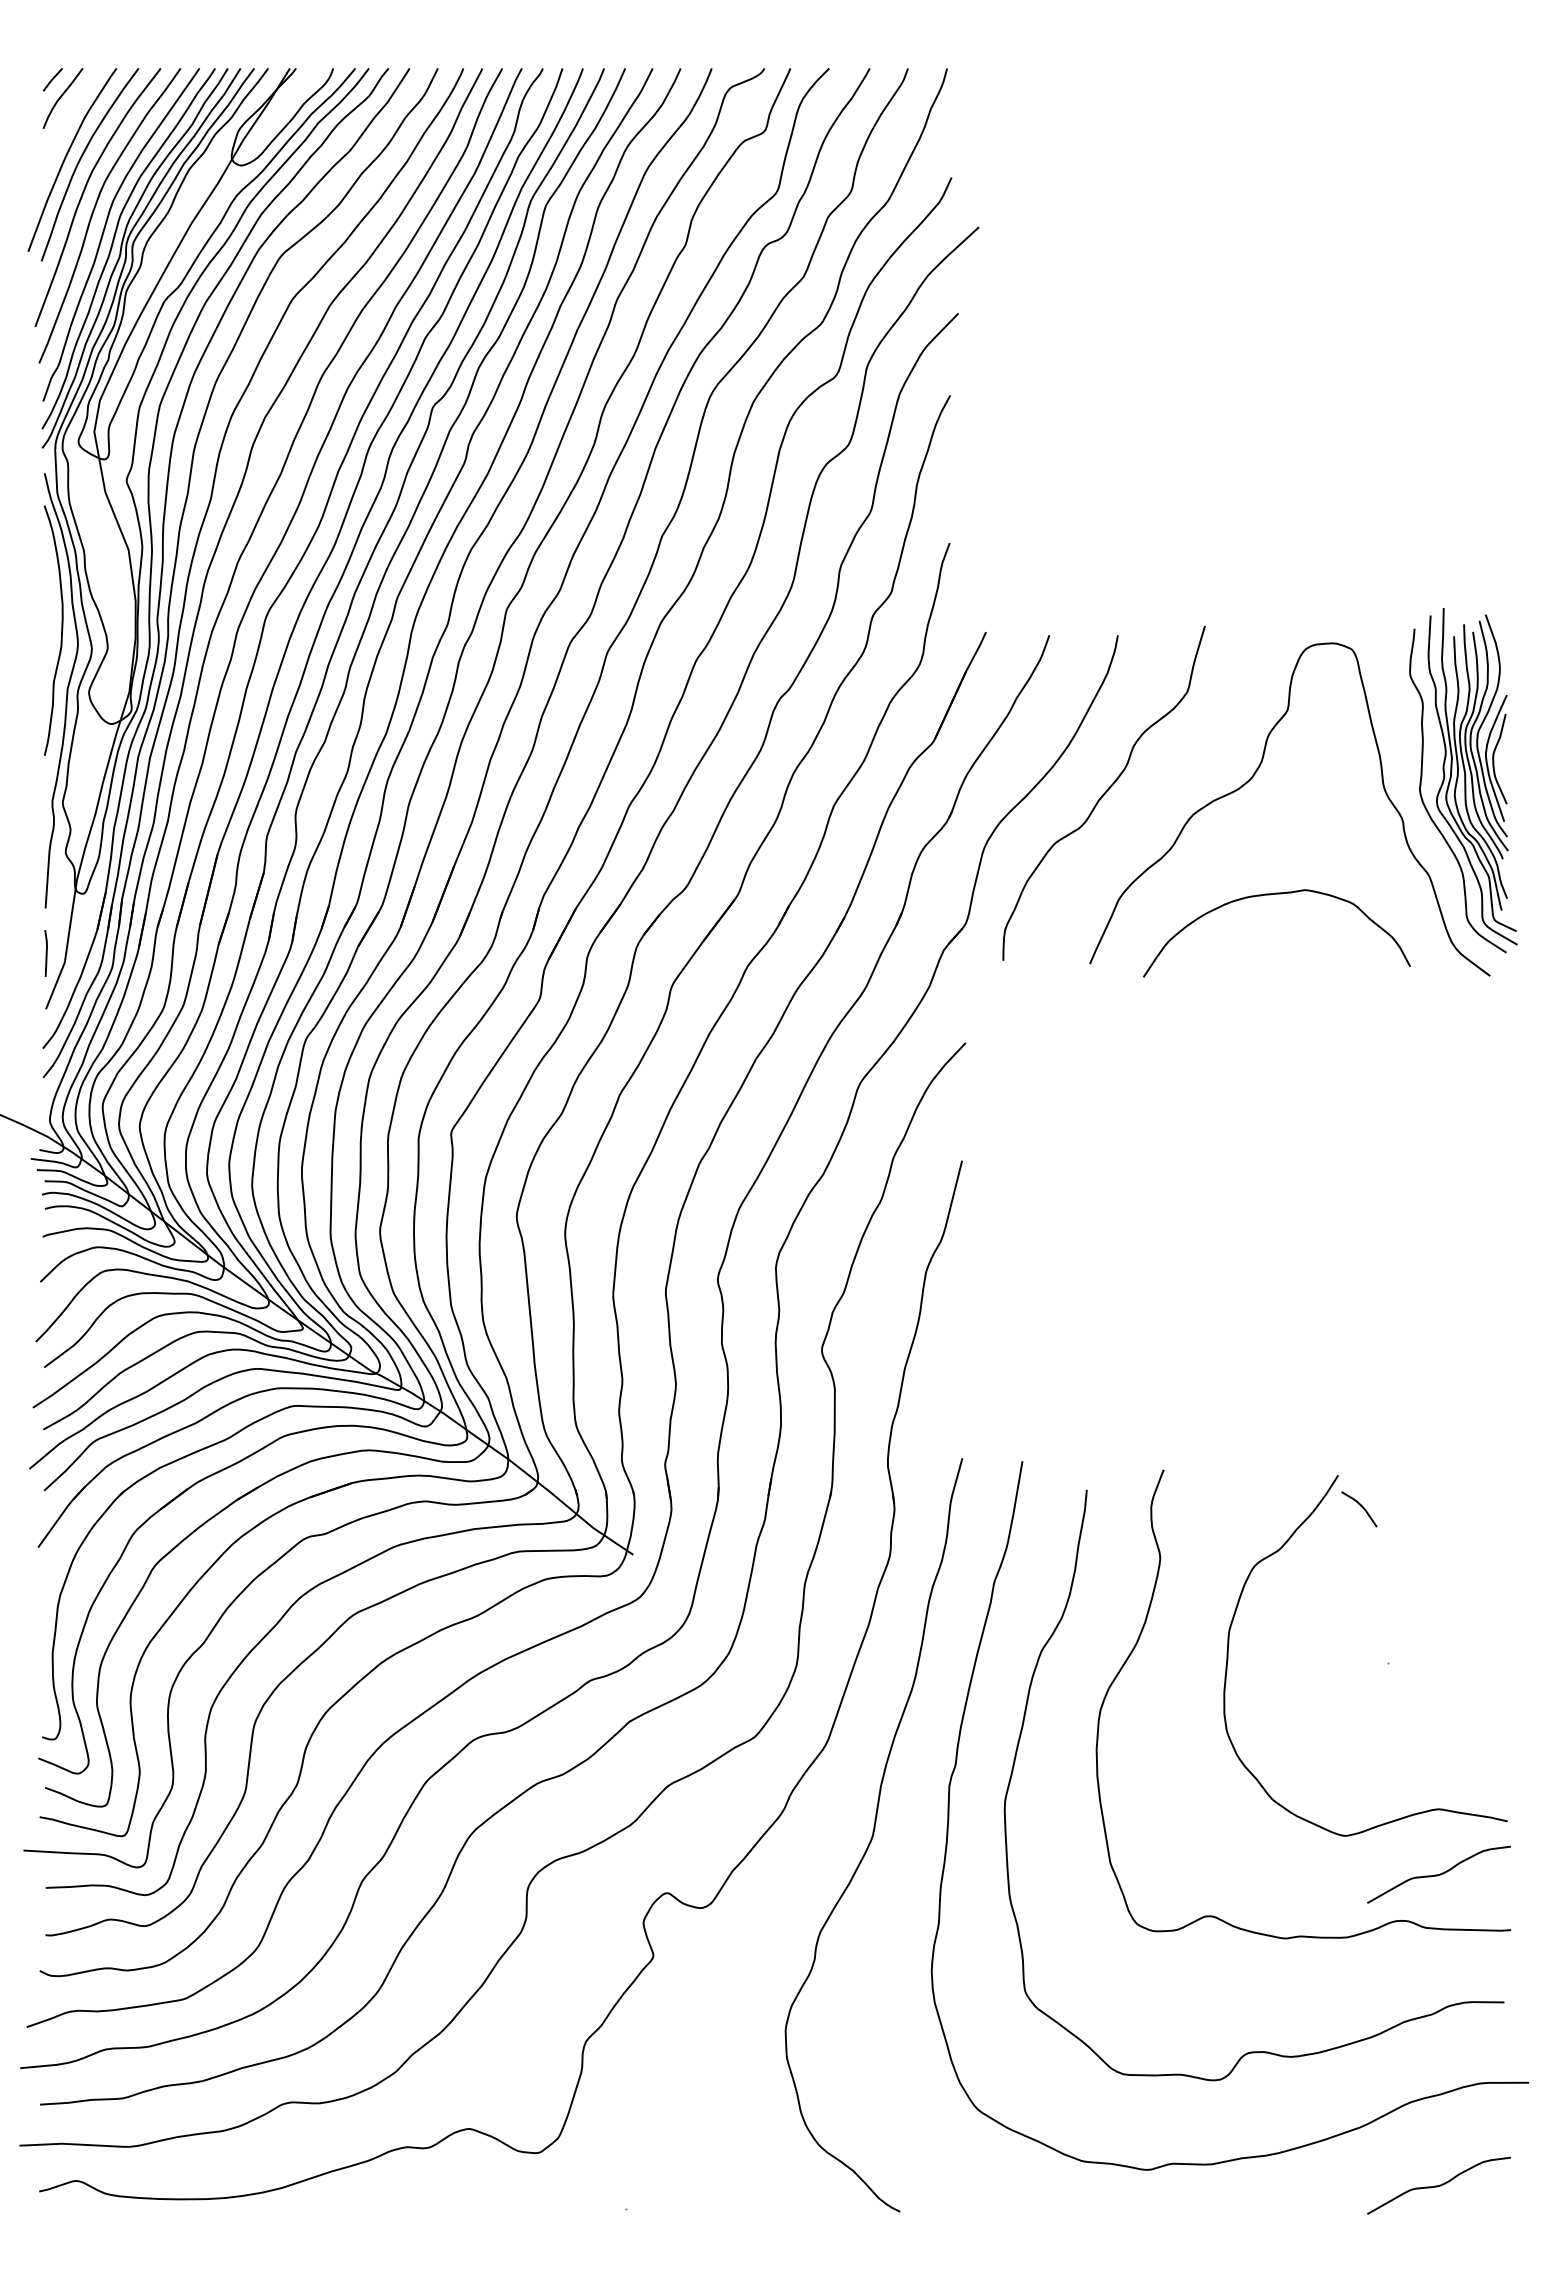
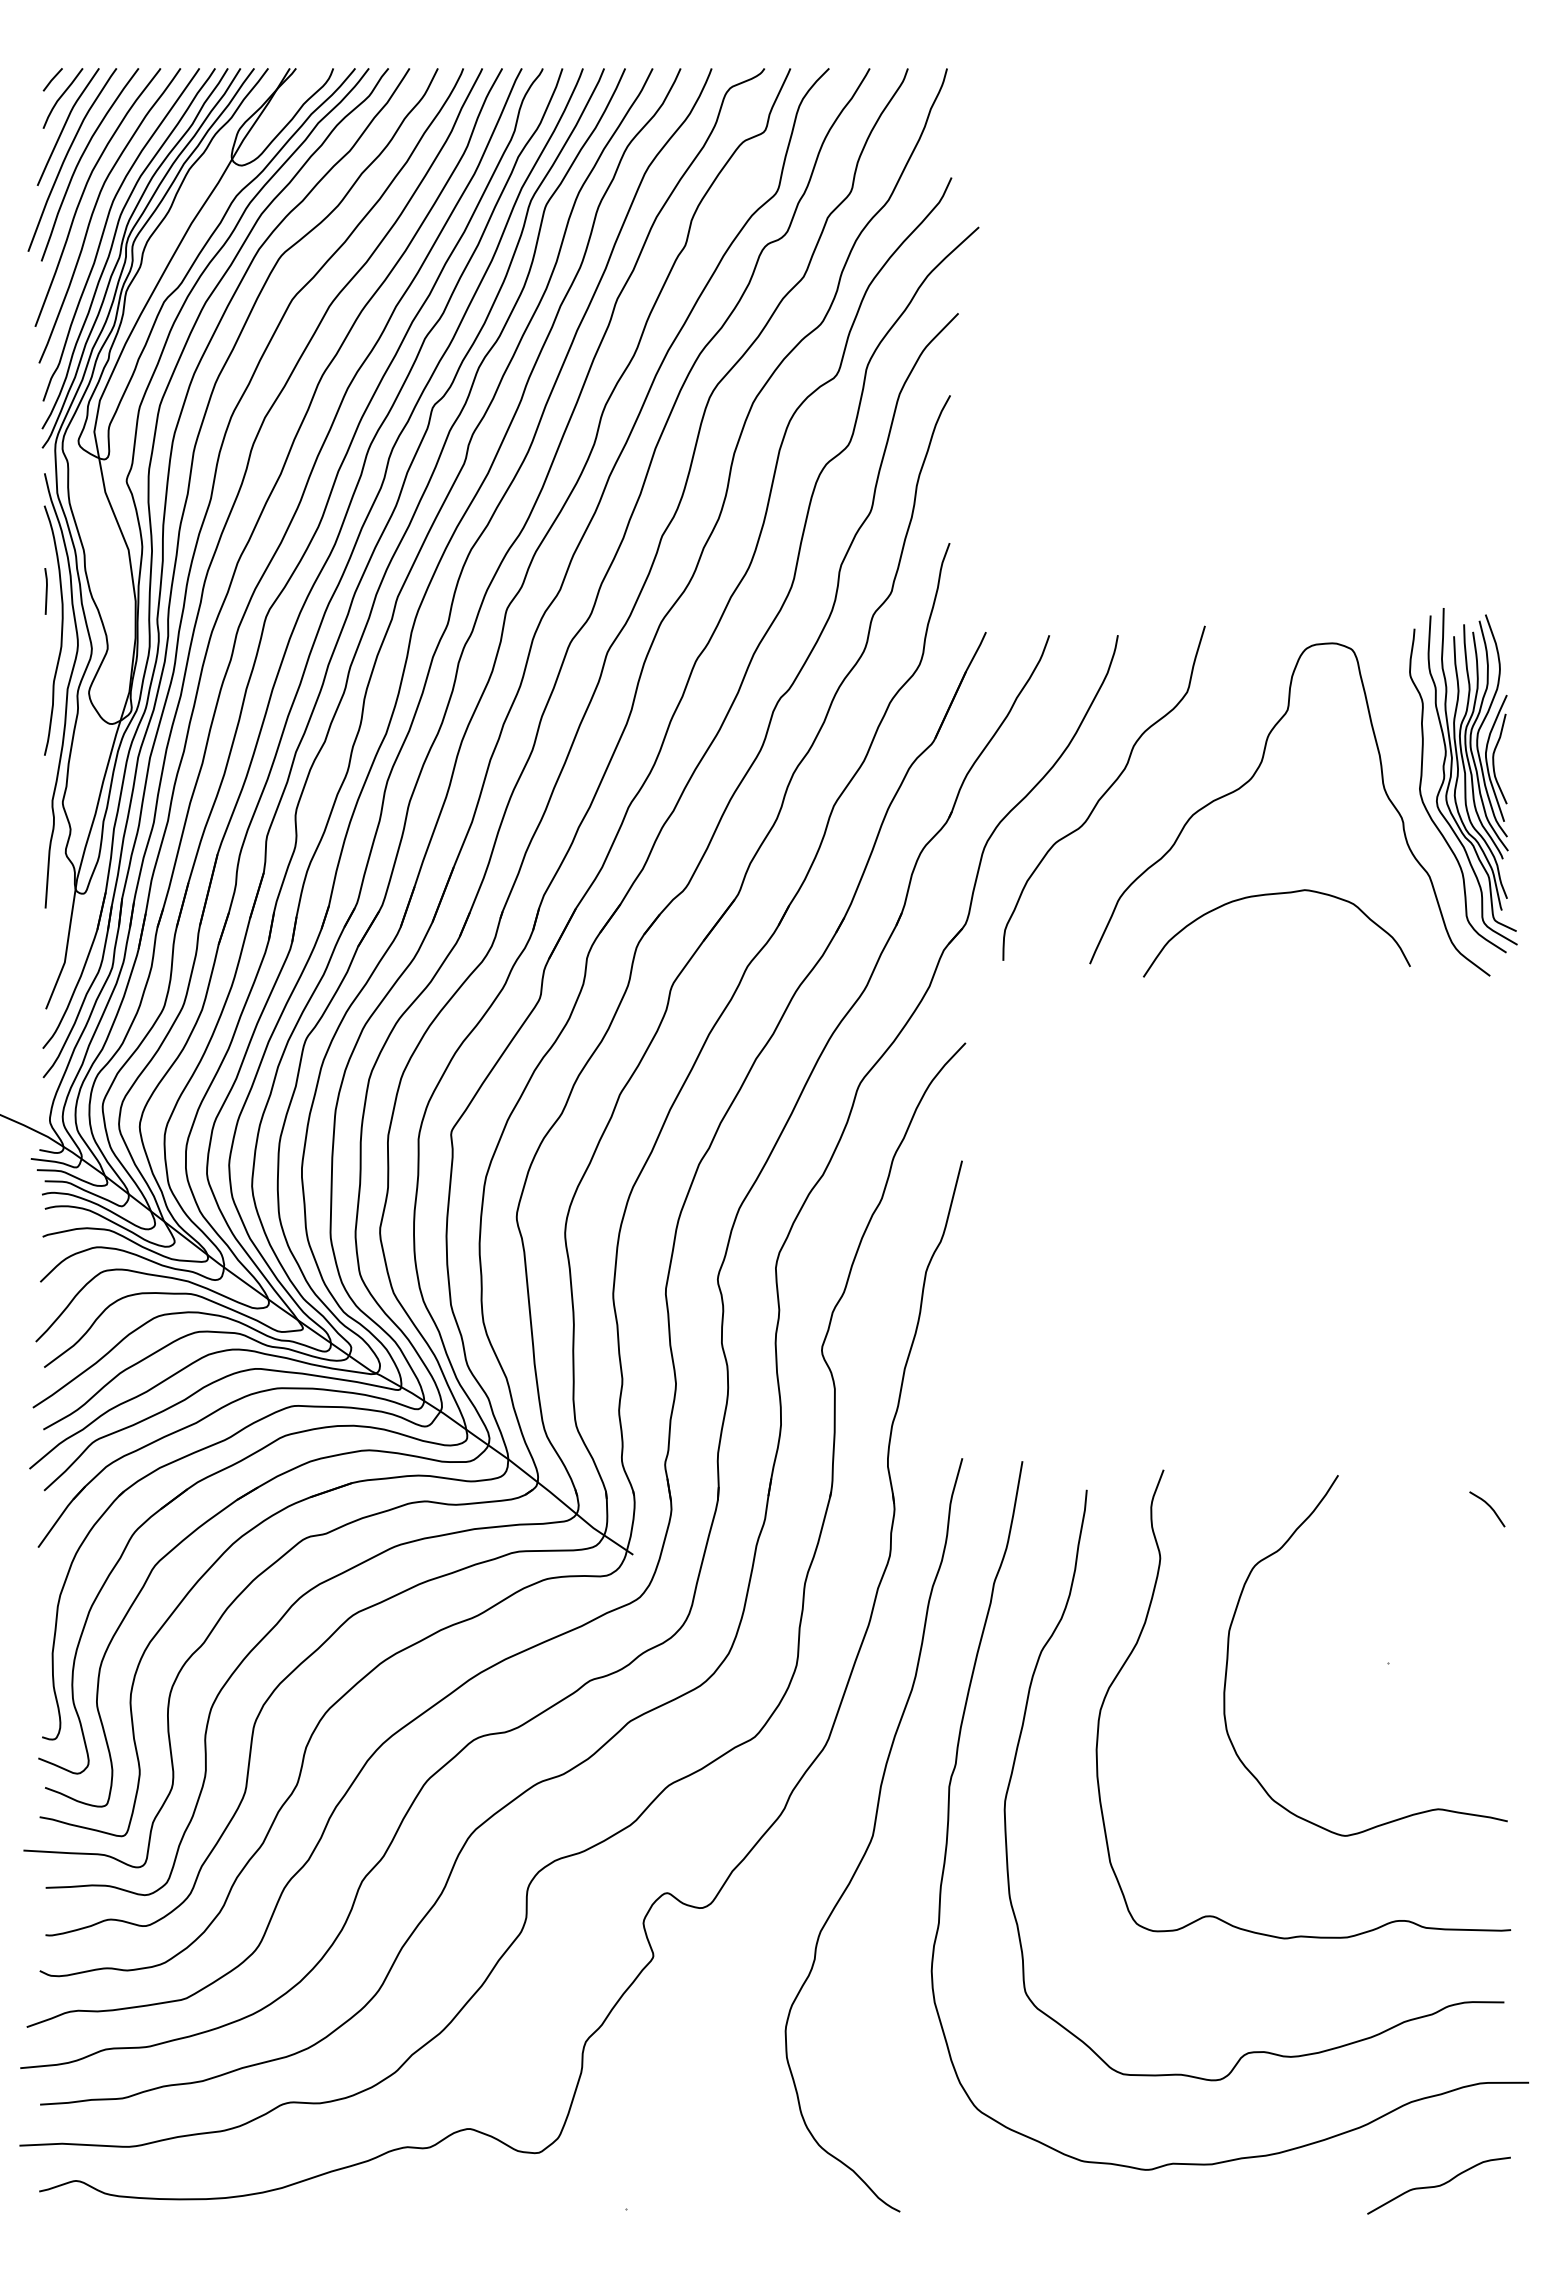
curve at (65, 126): none -> present
line at (45, 953) position: (45, 953) -> (45, 591)
curve at (1361, 1507) position: (1361, 1507) -> (1489, 1507)
curve at (1438, 1874): present -> none
